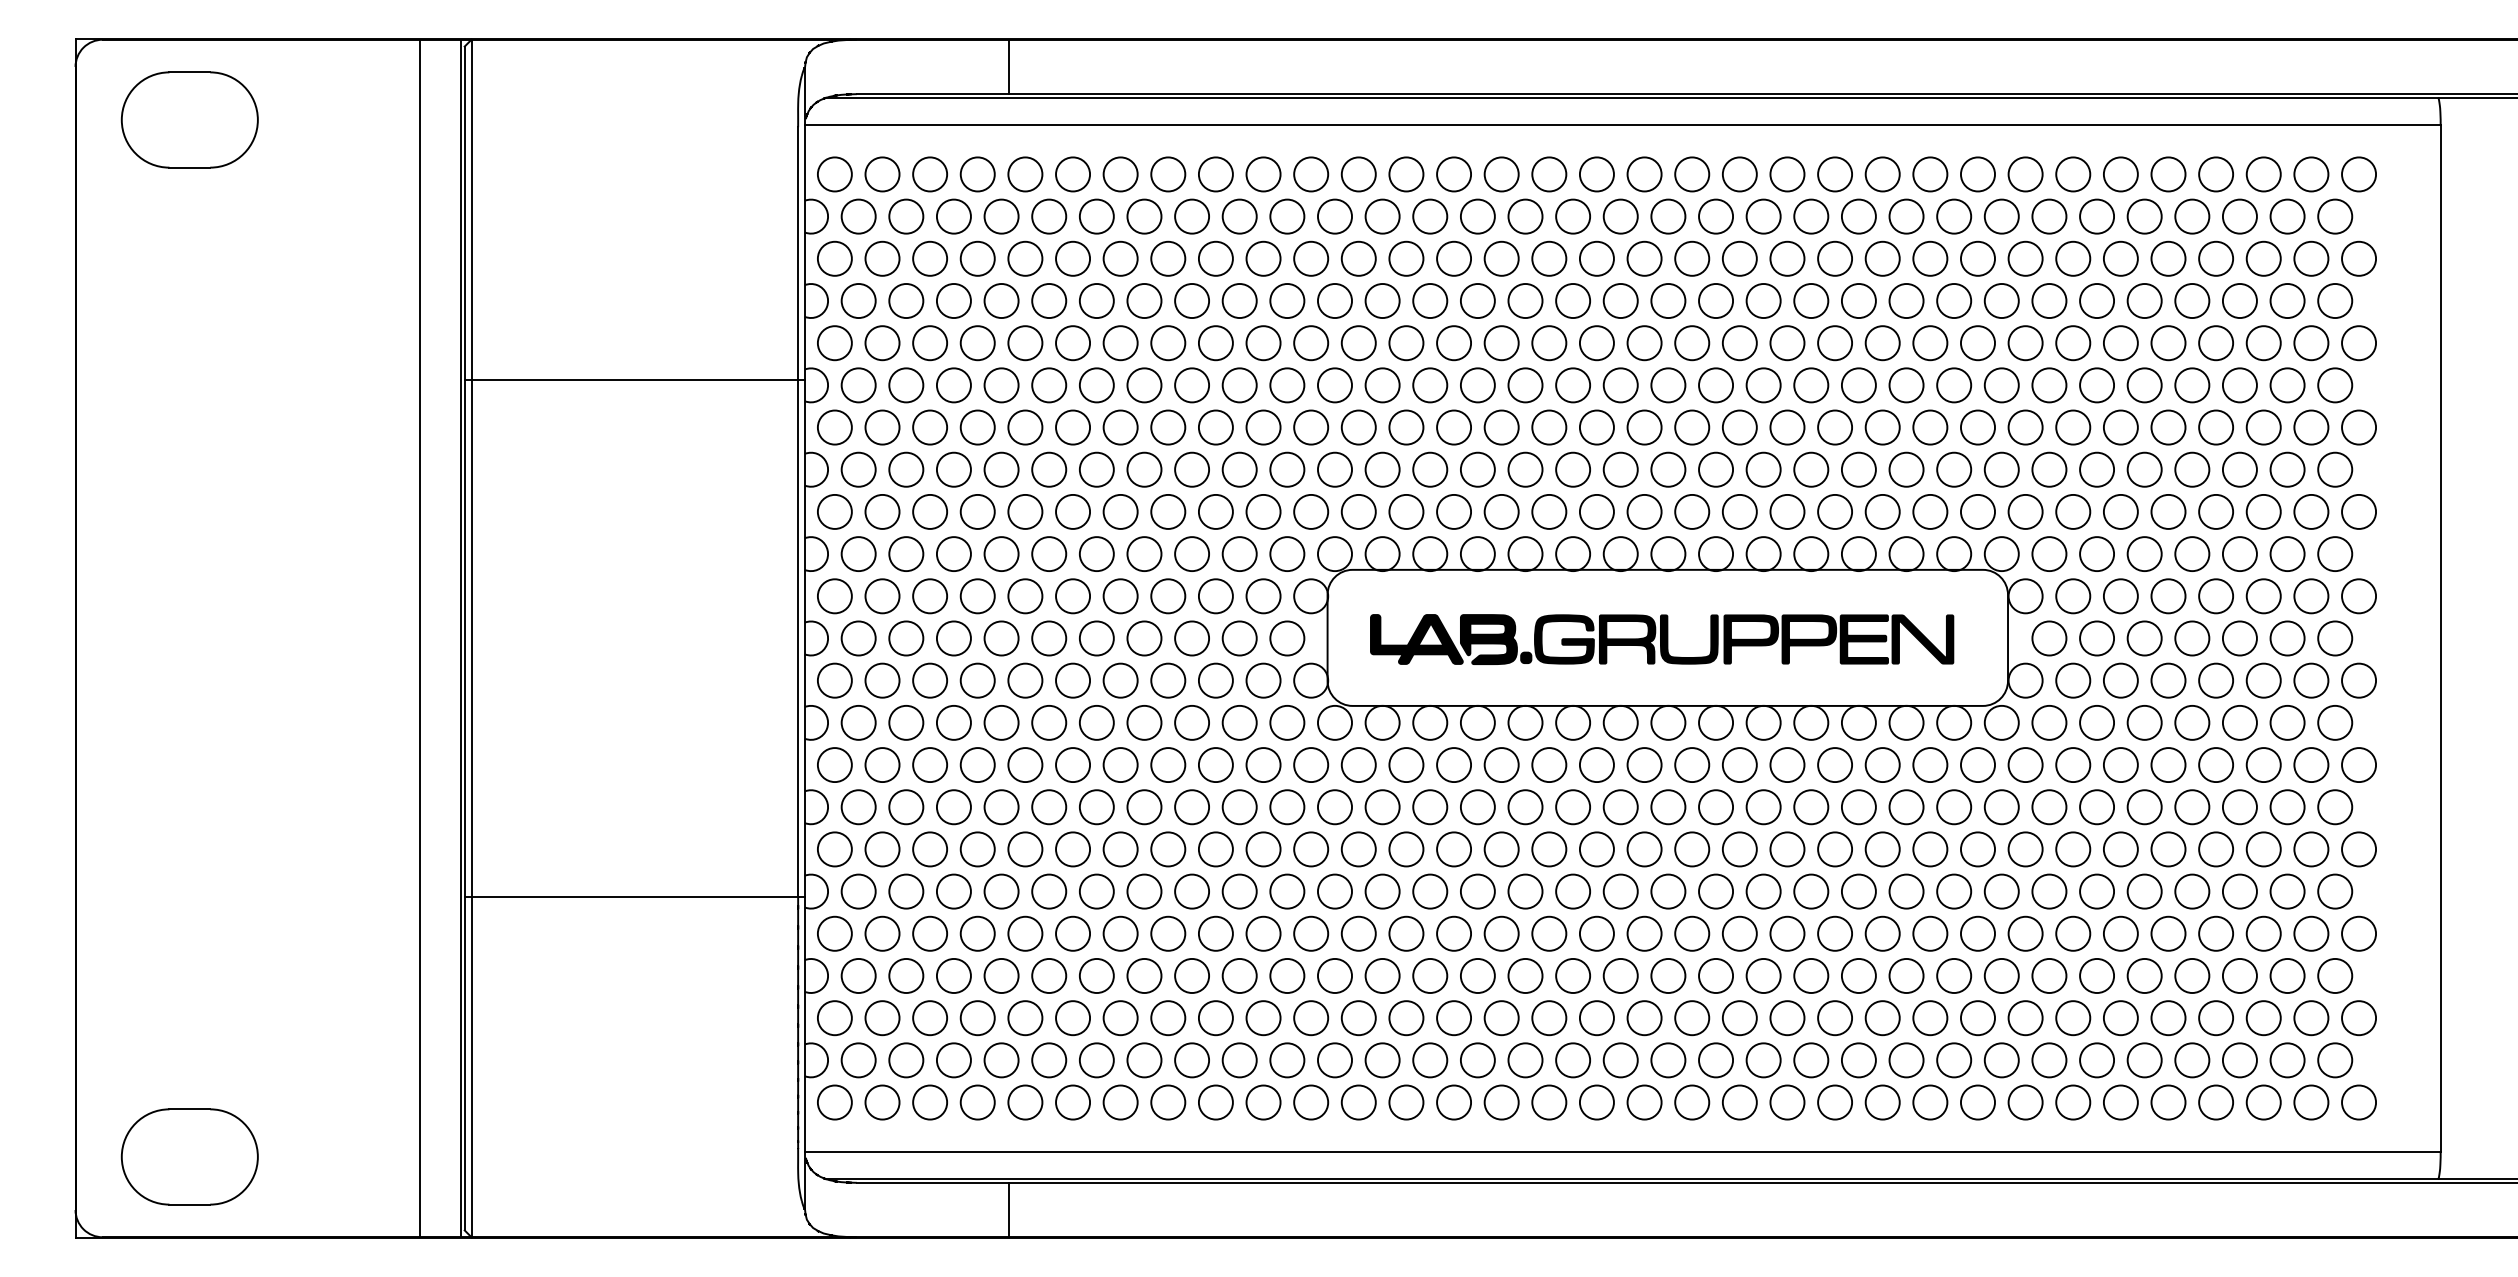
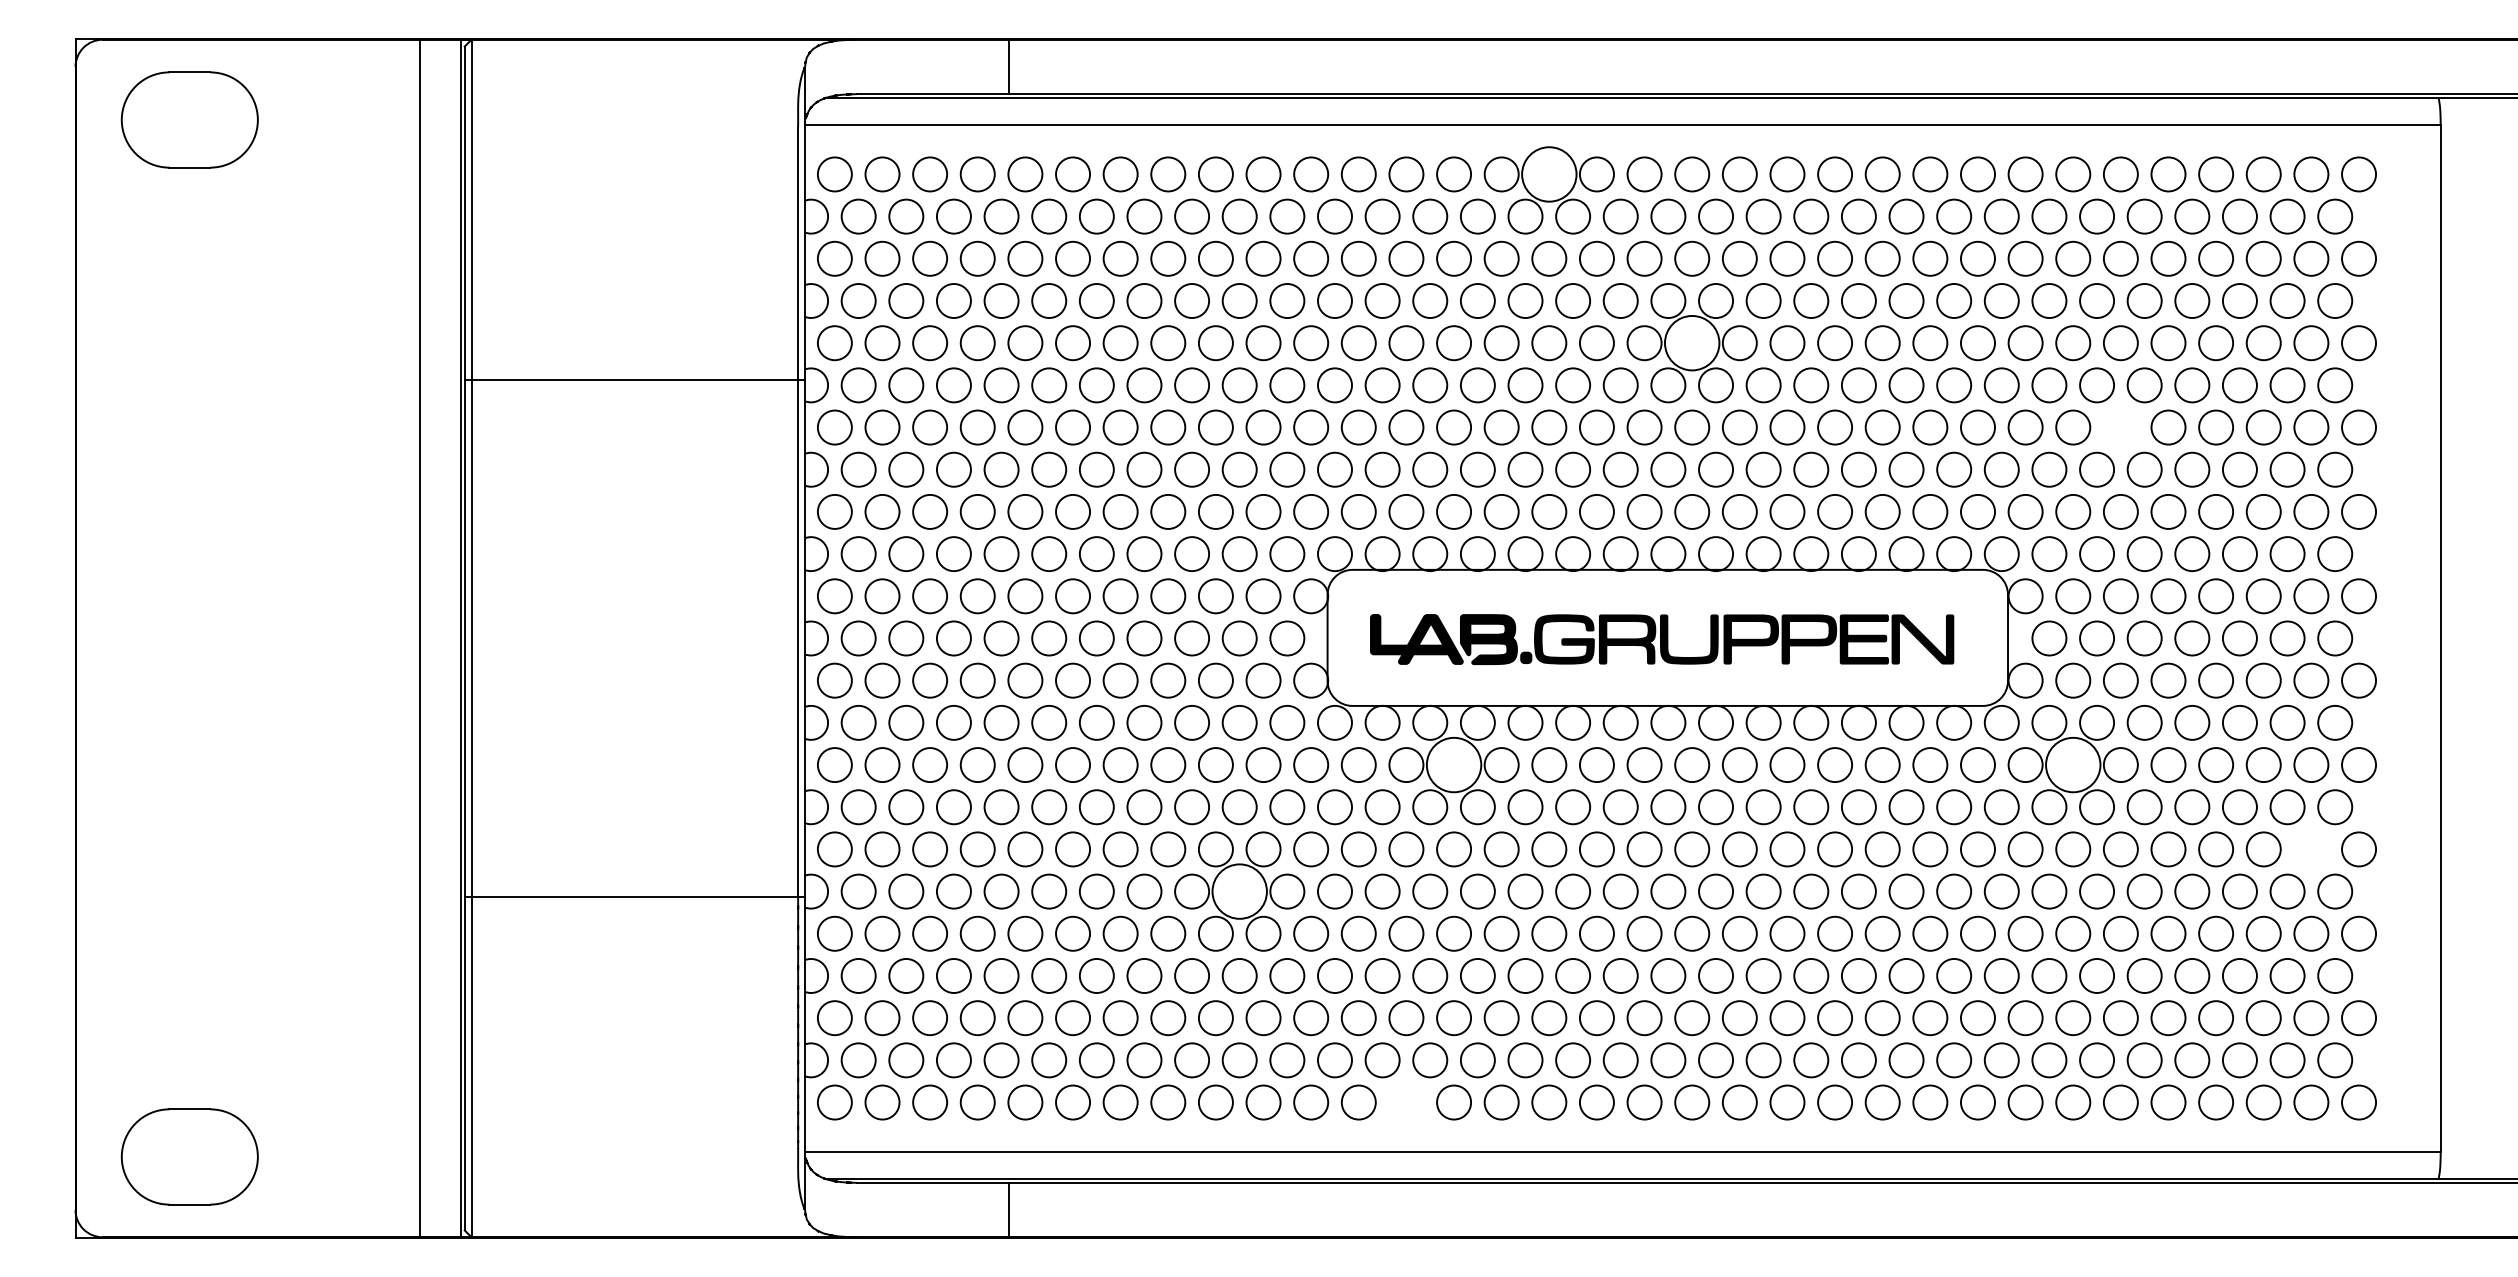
circle at (1549, 174) diameter: 34 px -> 54 px
circle at (1692, 343) diameter: 34 px -> 54 px
circle at (2120, 427): present -> none
circle at (1454, 765) diameter: 34 px -> 54 px
circle at (2073, 765) diameter: 34 px -> 54 px
circle at (2311, 849): present -> none
circle at (1239, 891) diameter: 34 px -> 54 px
circle at (1406, 1102): present -> none
